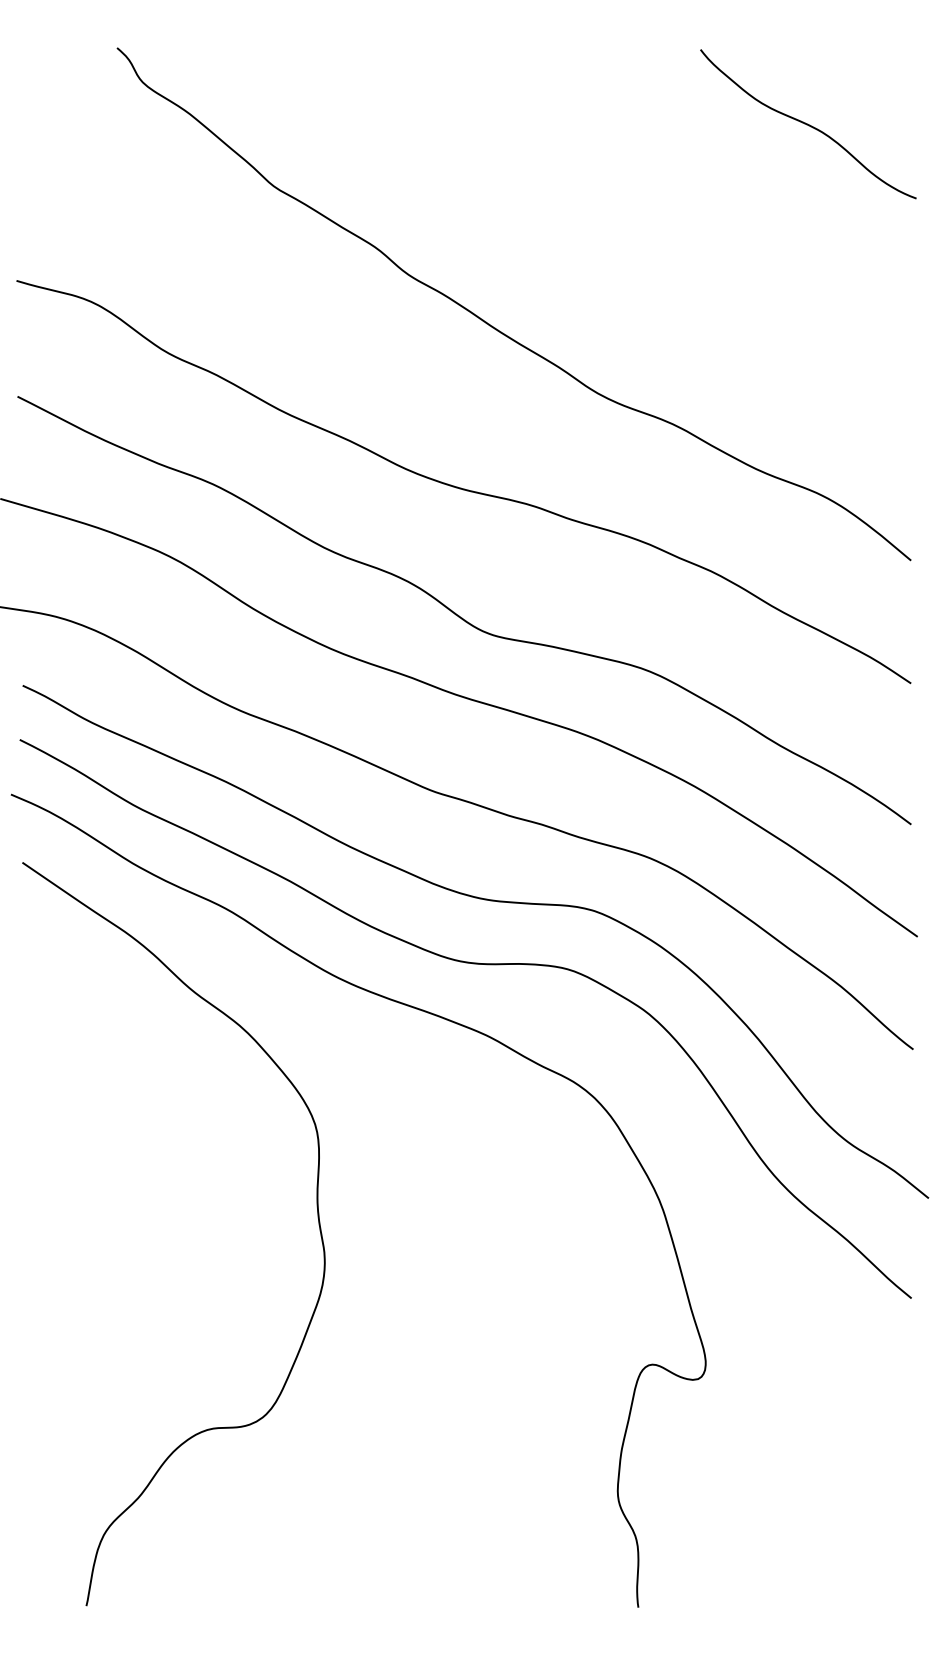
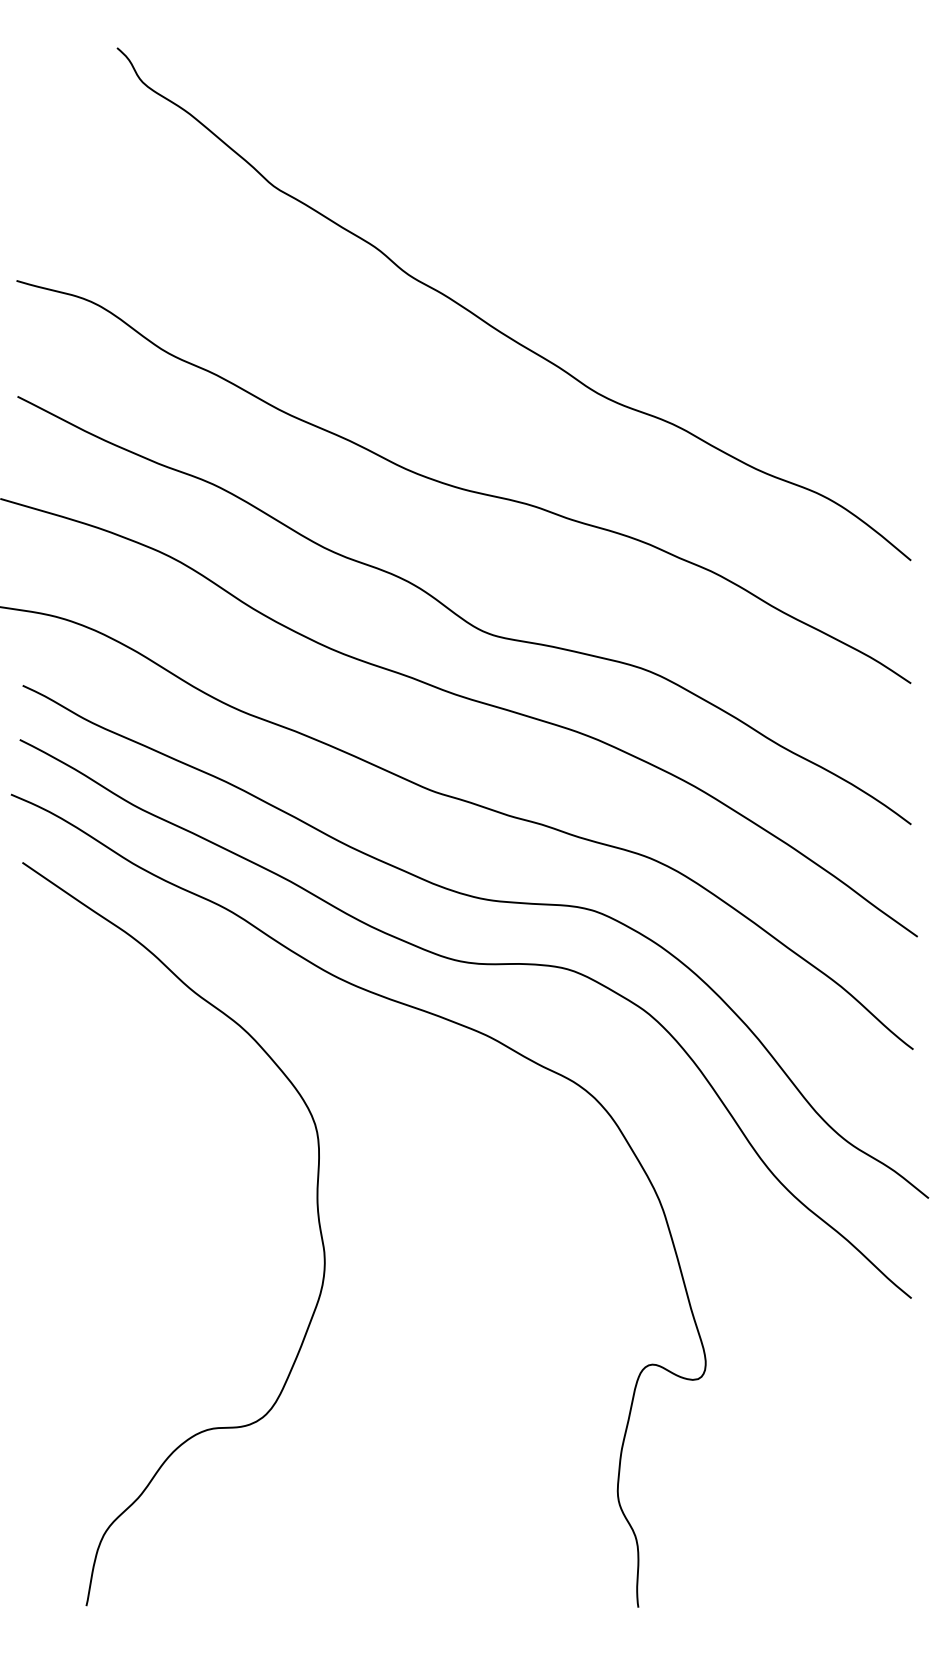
curve at (808, 124): present -> none
